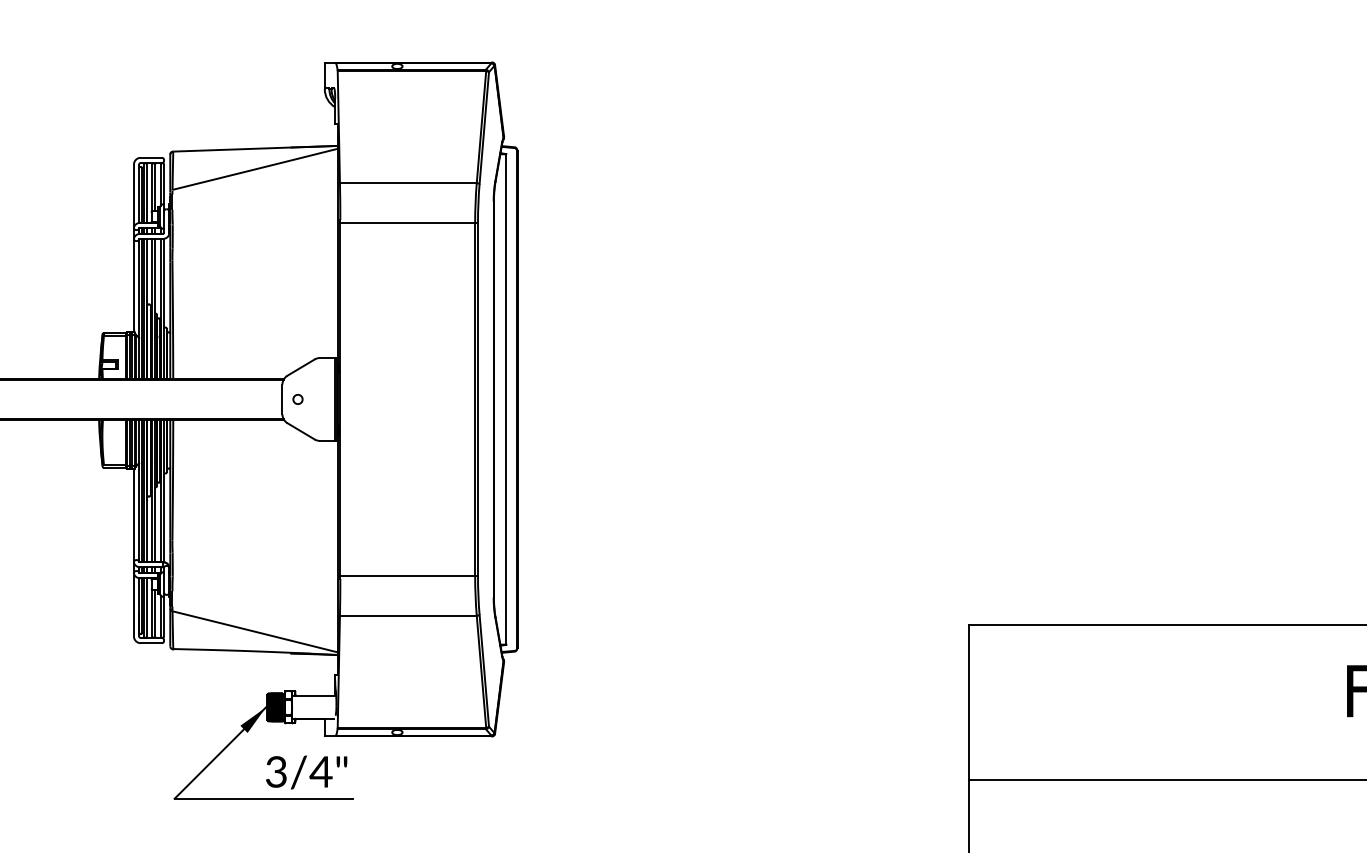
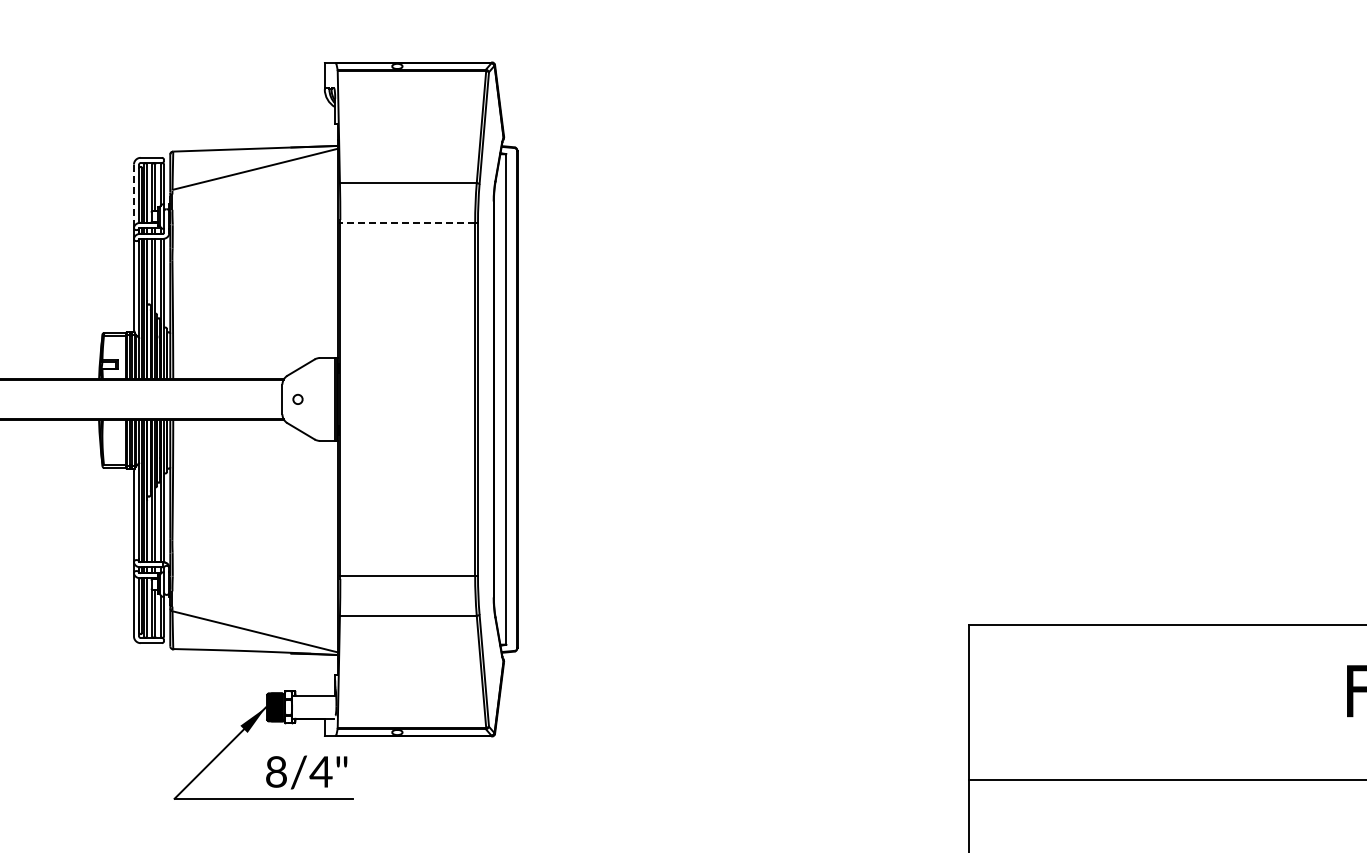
line at (133, 196): solid -> dashed
line at (407, 222): solid -> dashed
text at (276, 771): 3/4" -> 8/4"
